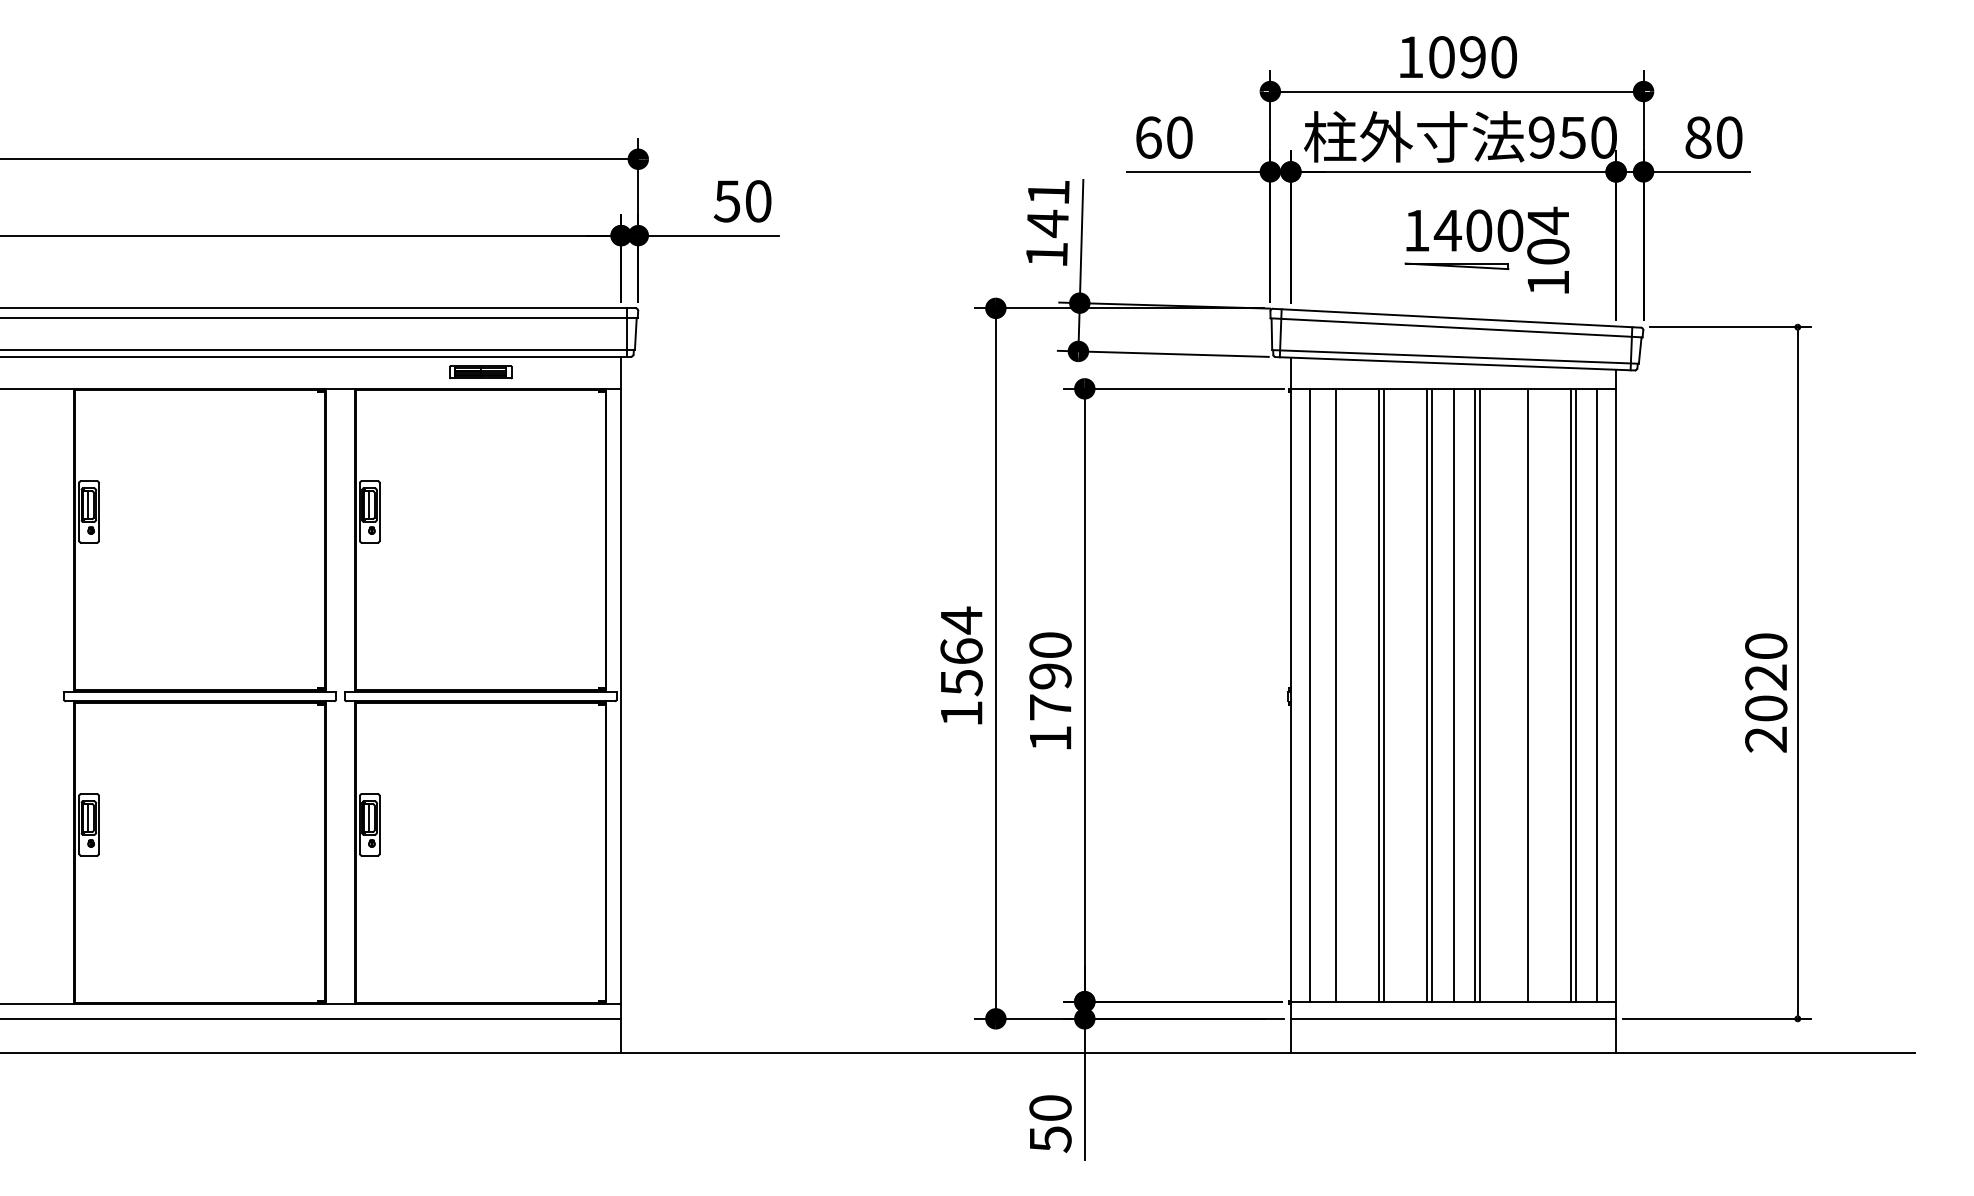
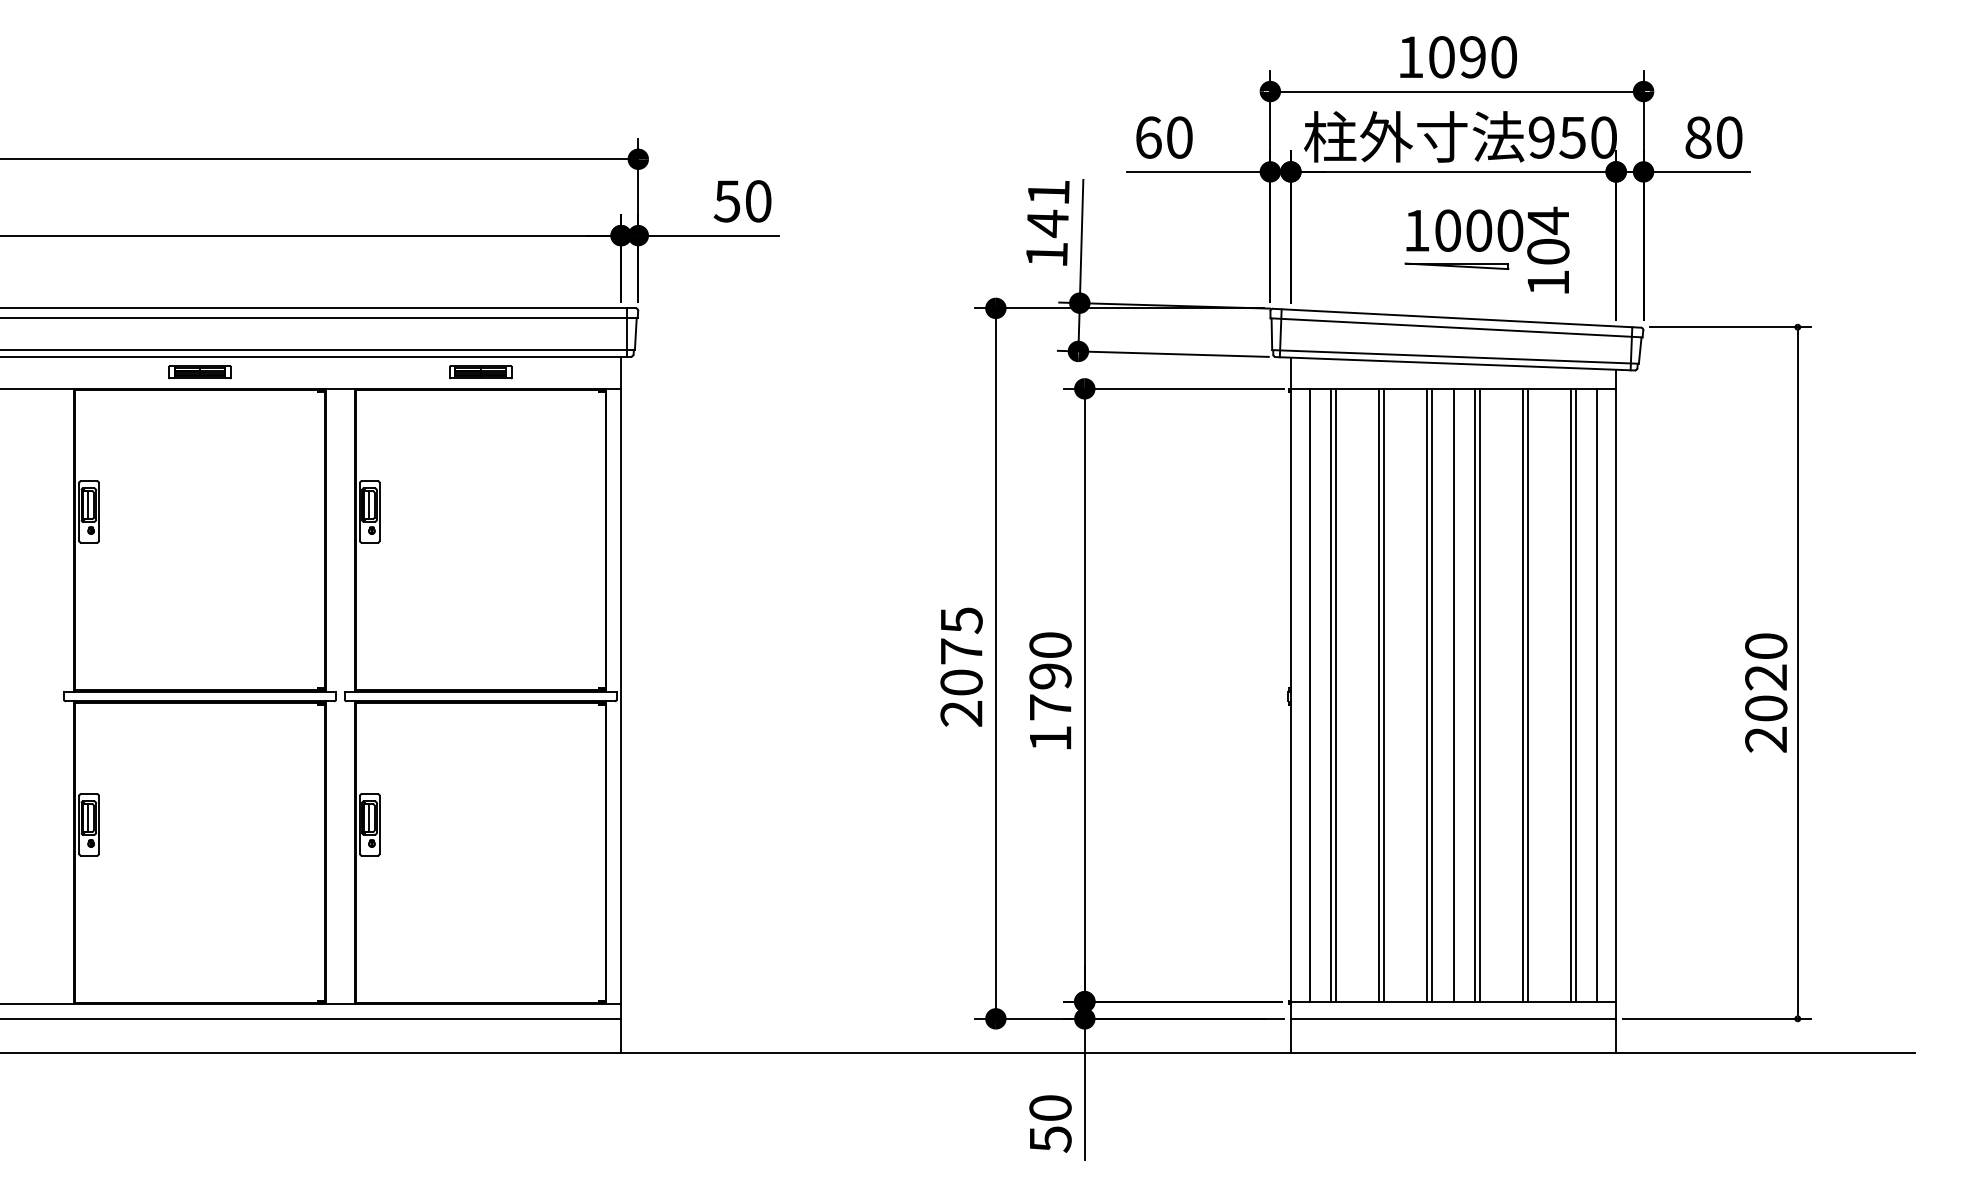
text at (1447, 230): 1400 -> 1000
part at (199, 372): none -> present
text at (961, 666): 1564 -> 2075
line at (1331, 694): none -> present
line at (1522, 694): none -> present
